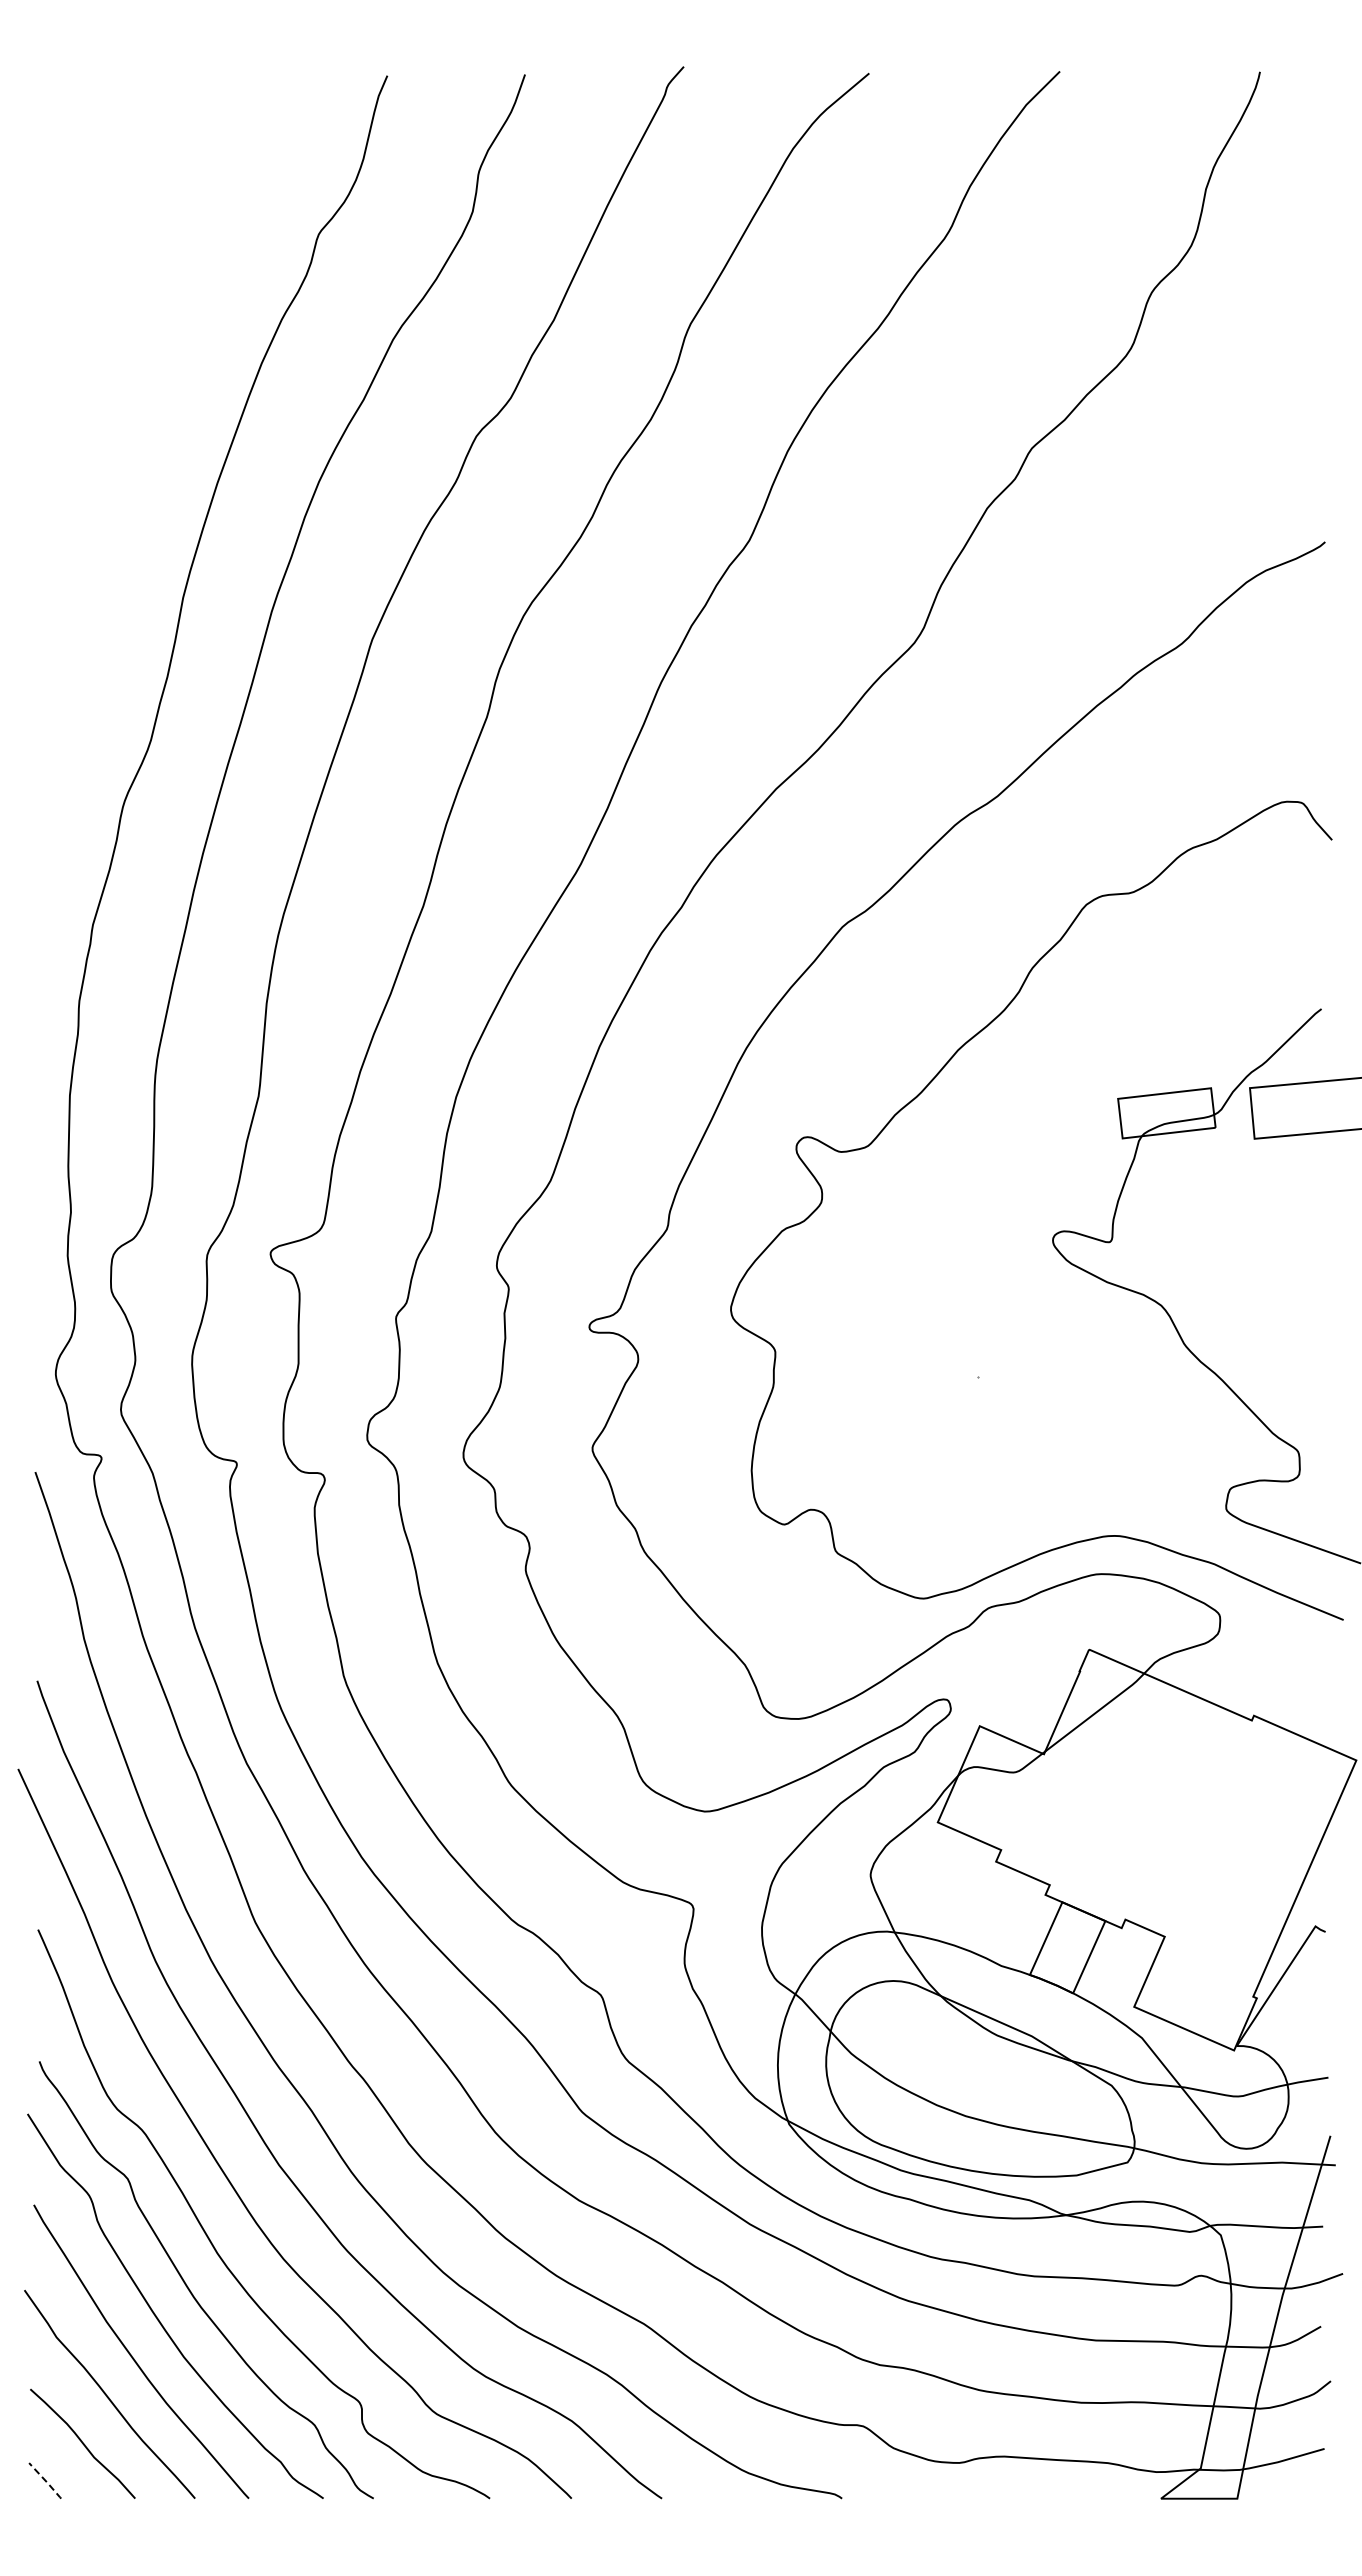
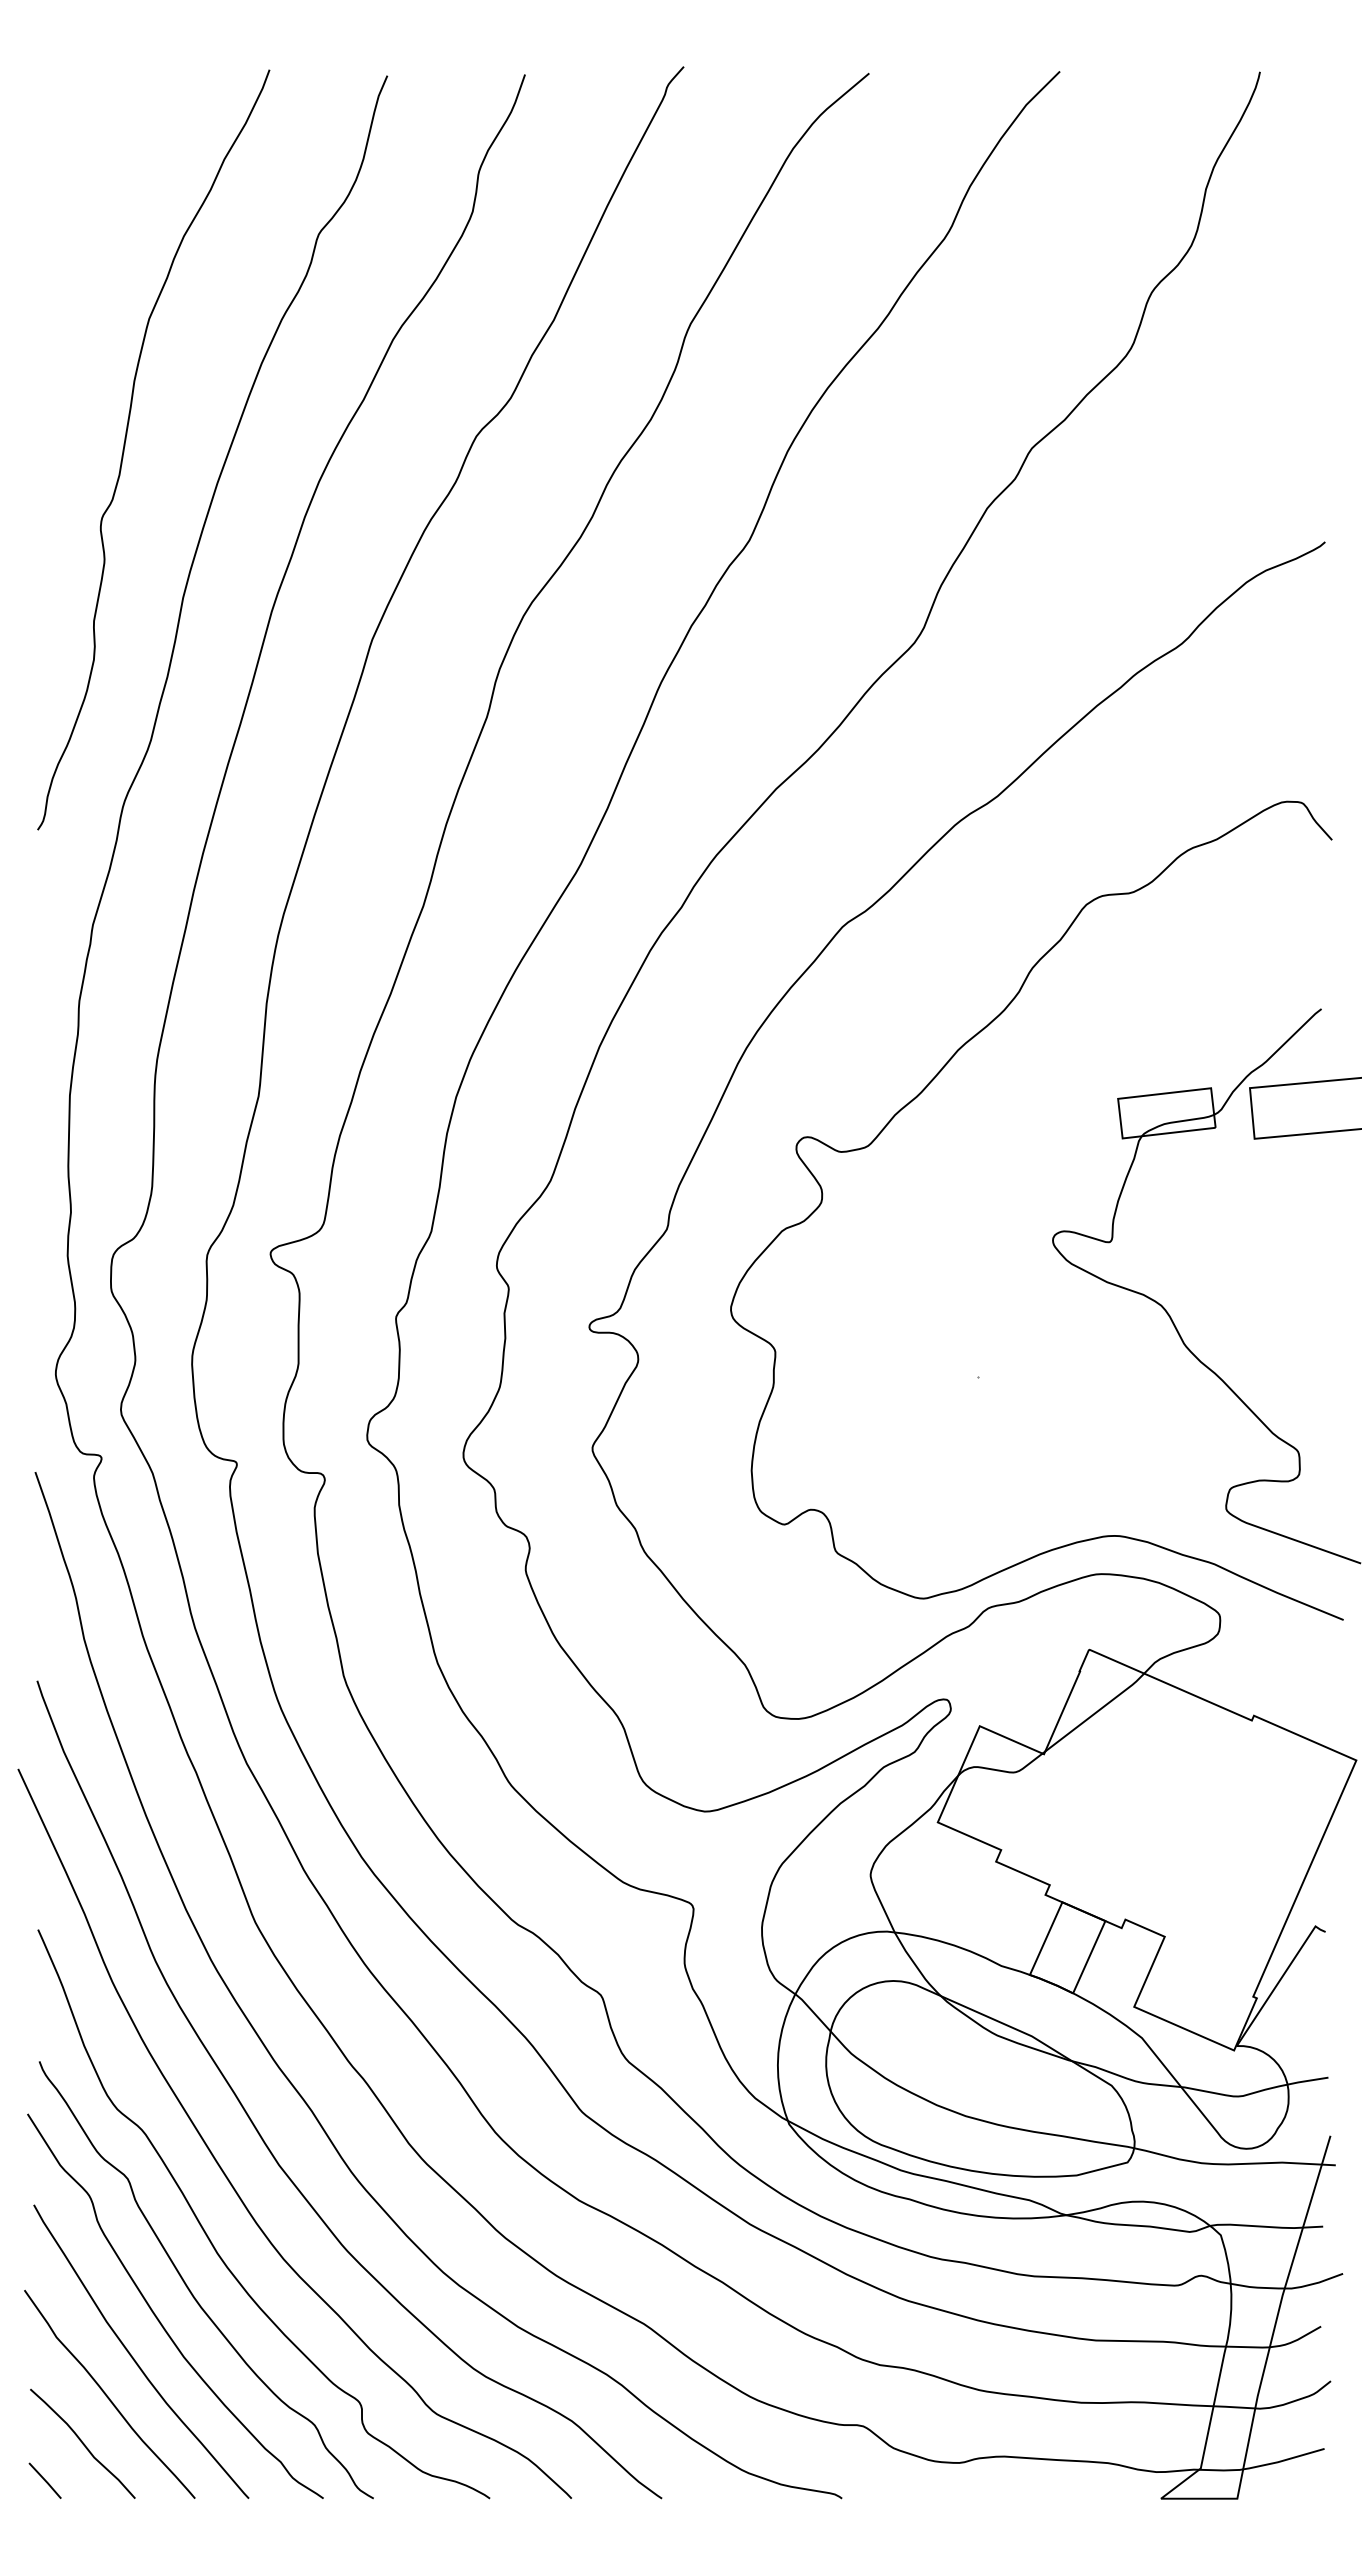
curve at (125, 446): none -> present
line at (45, 2481): dashed -> solid
